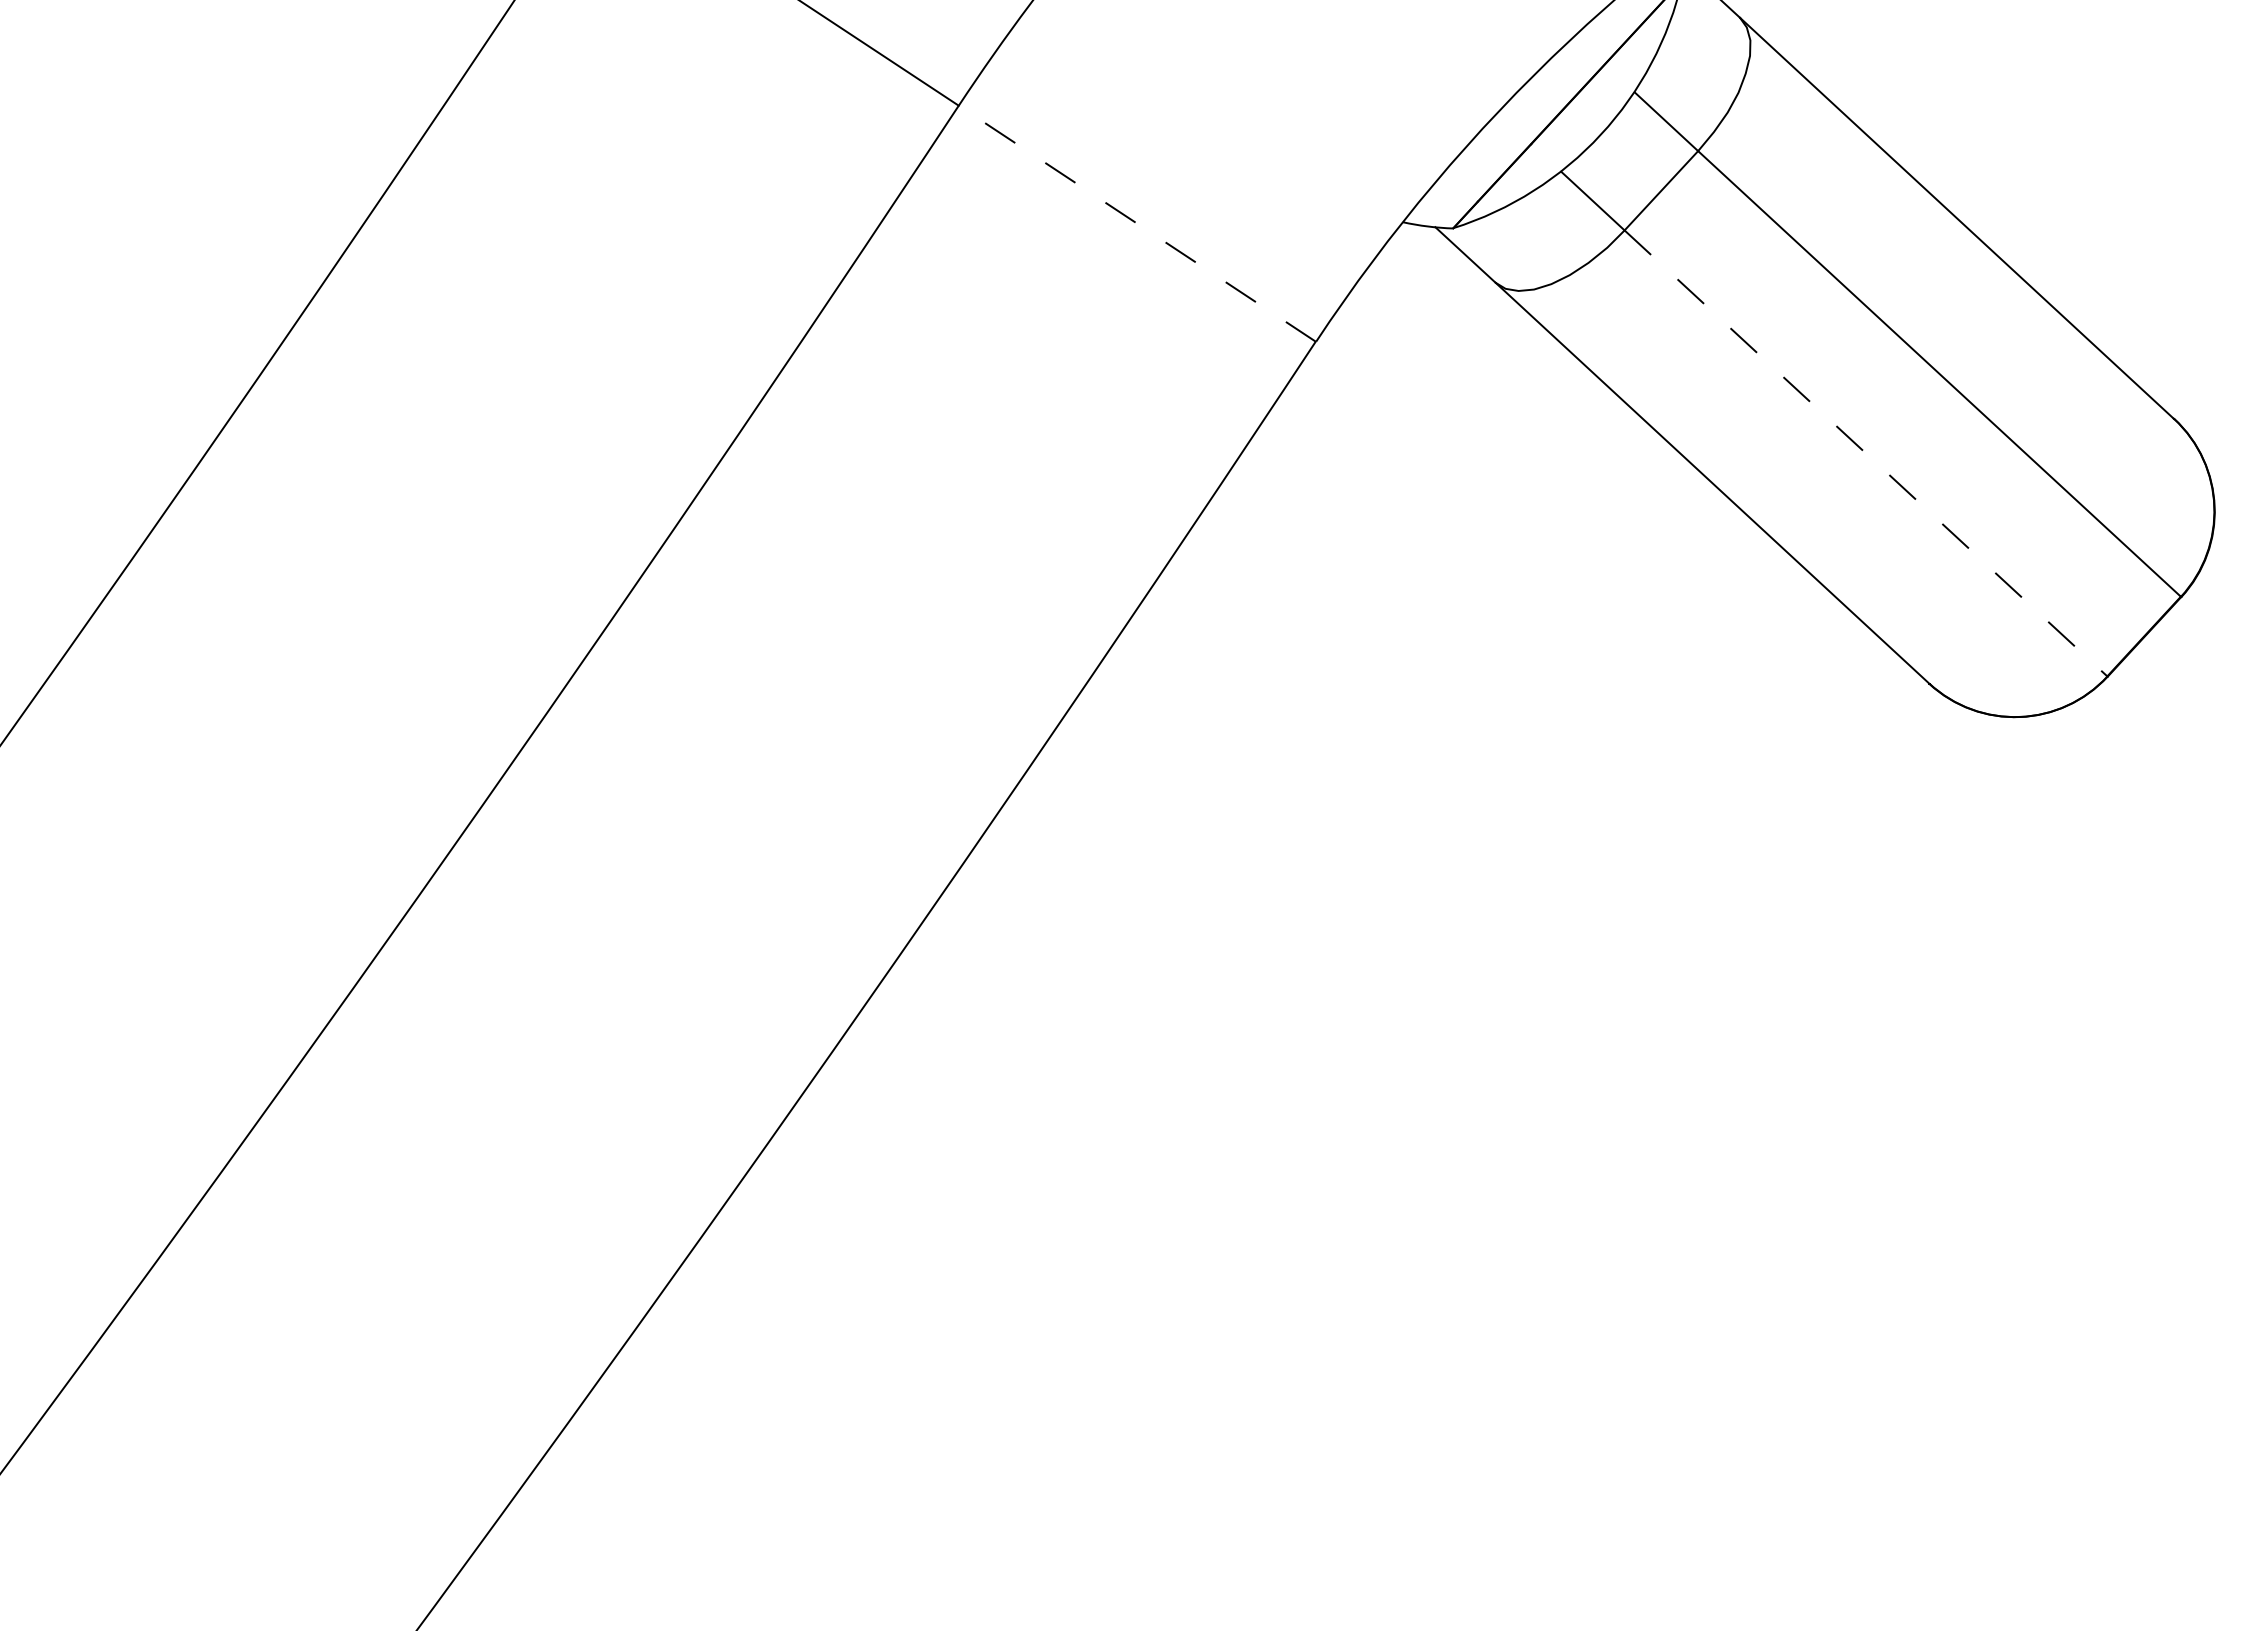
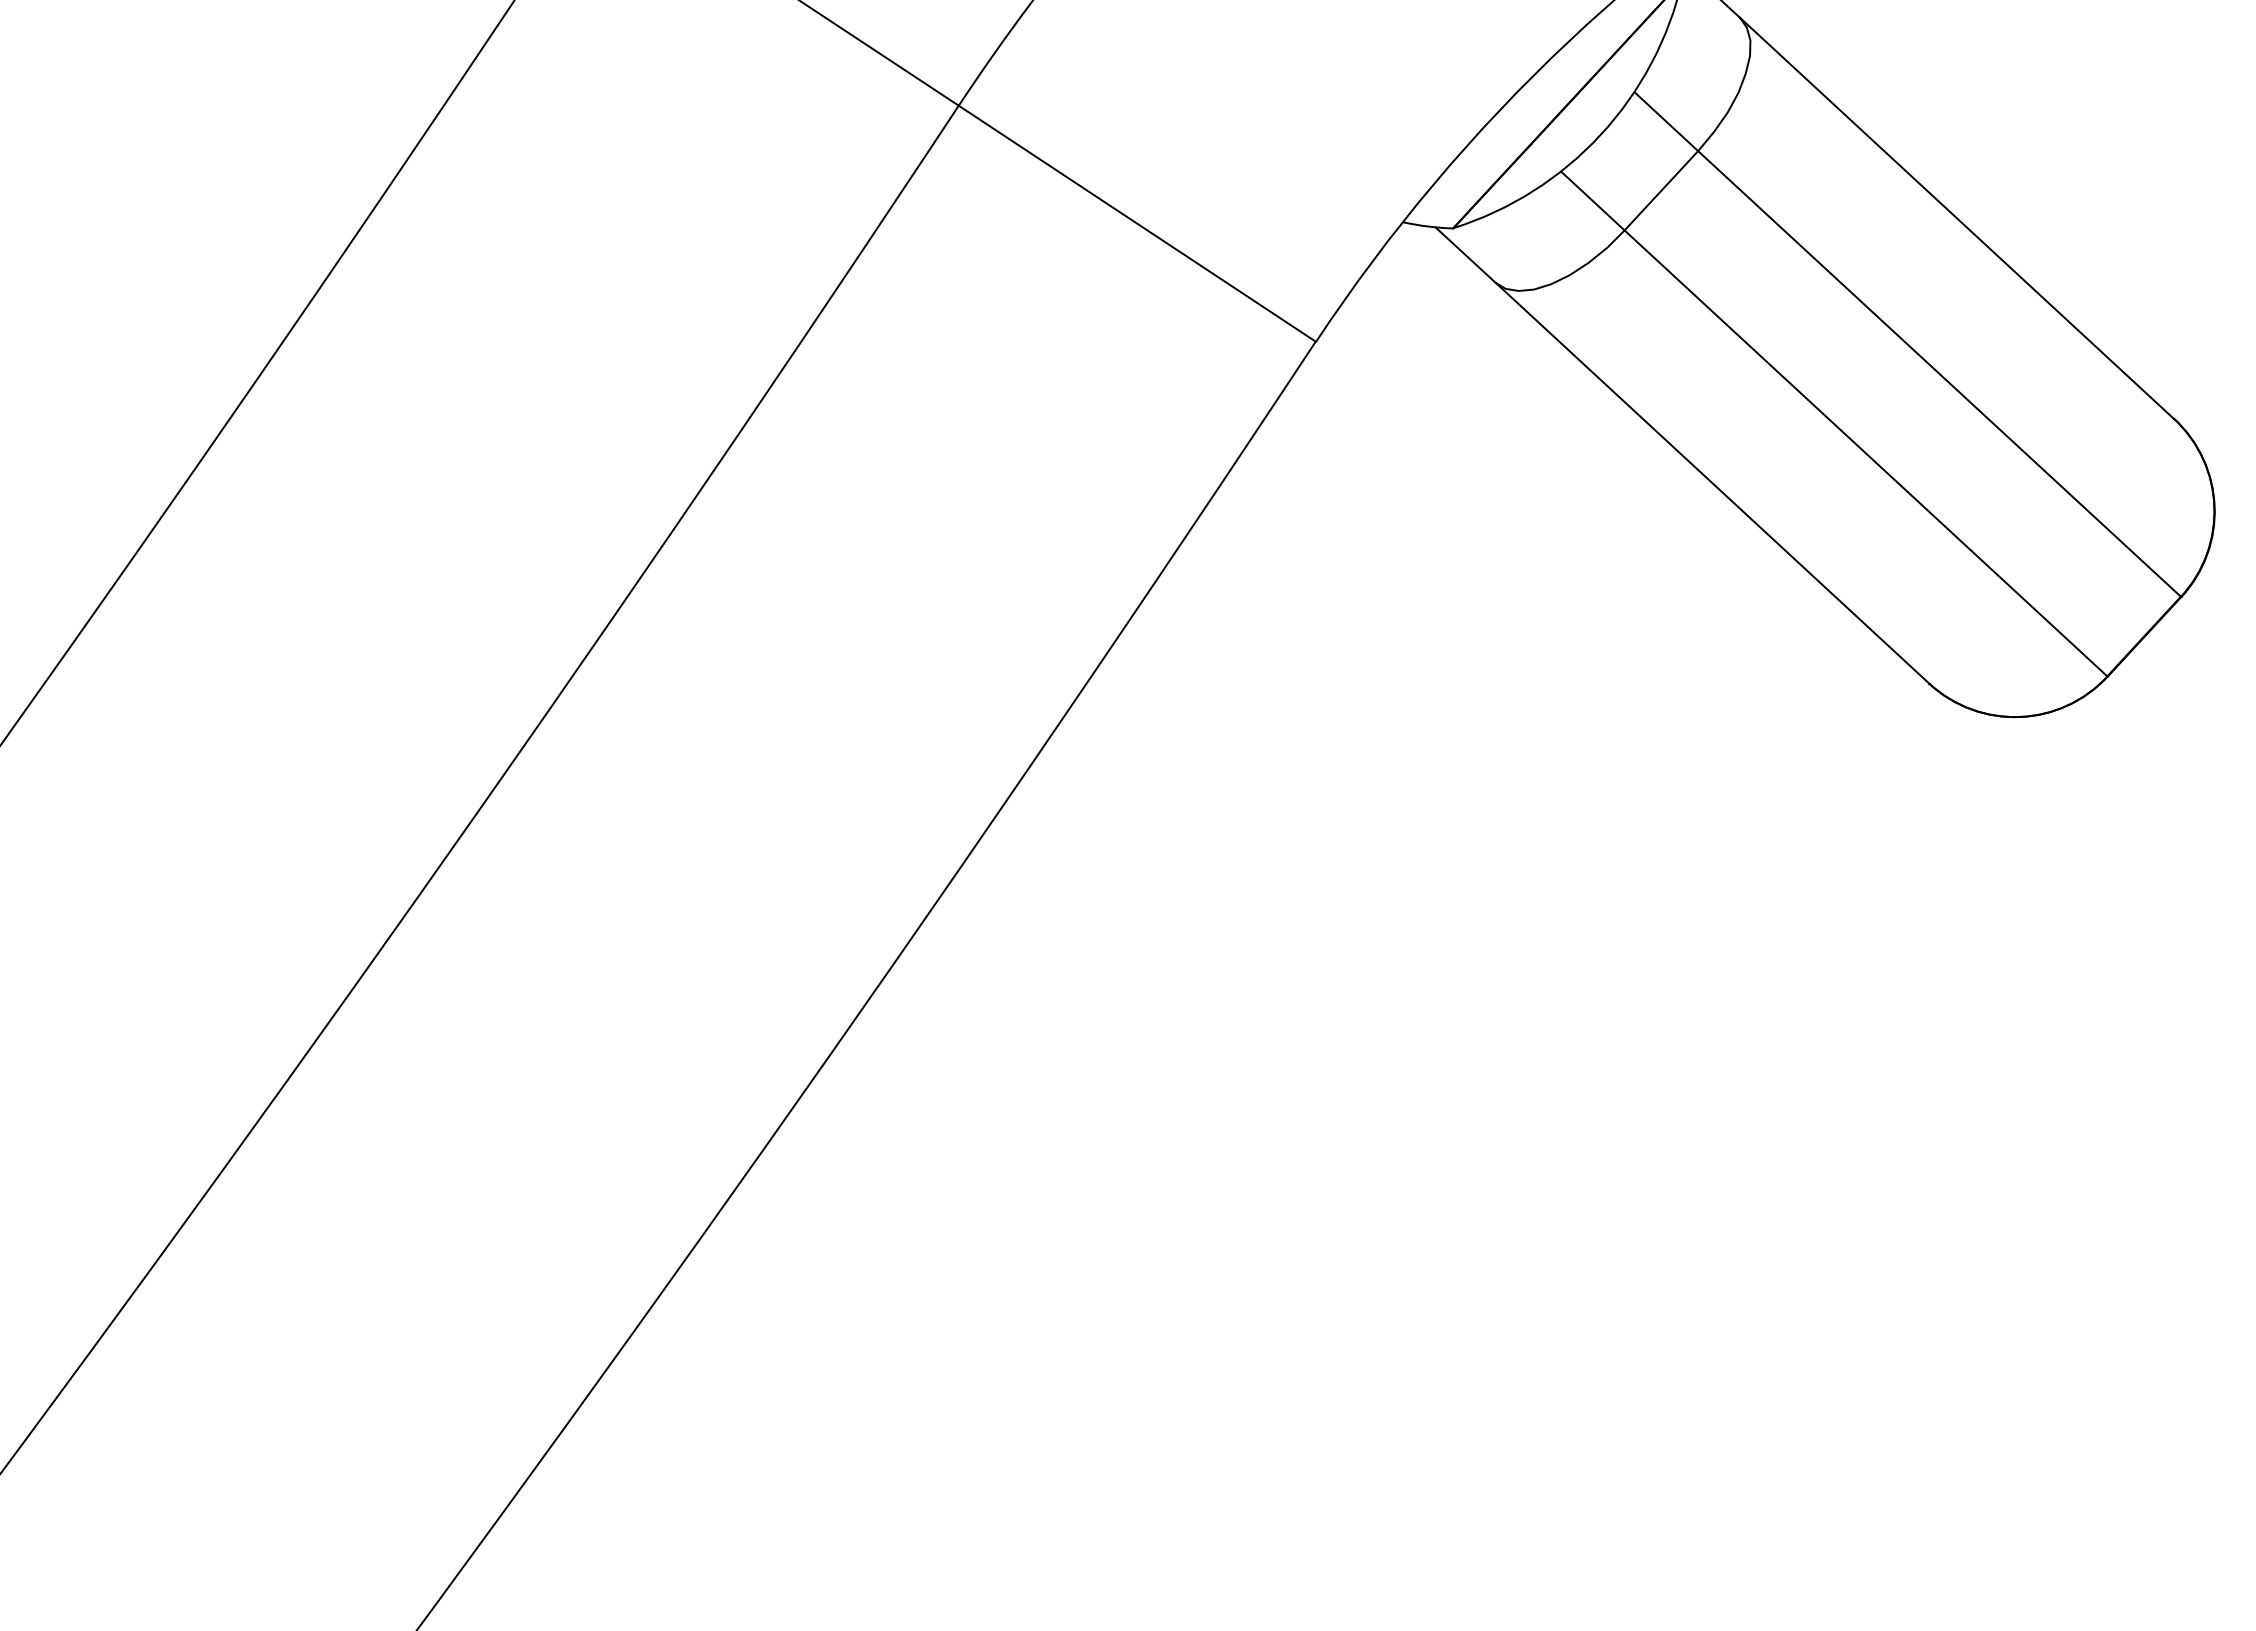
line at (1136, 223): dashed -> solid
line at (1865, 453): dashed -> solid
